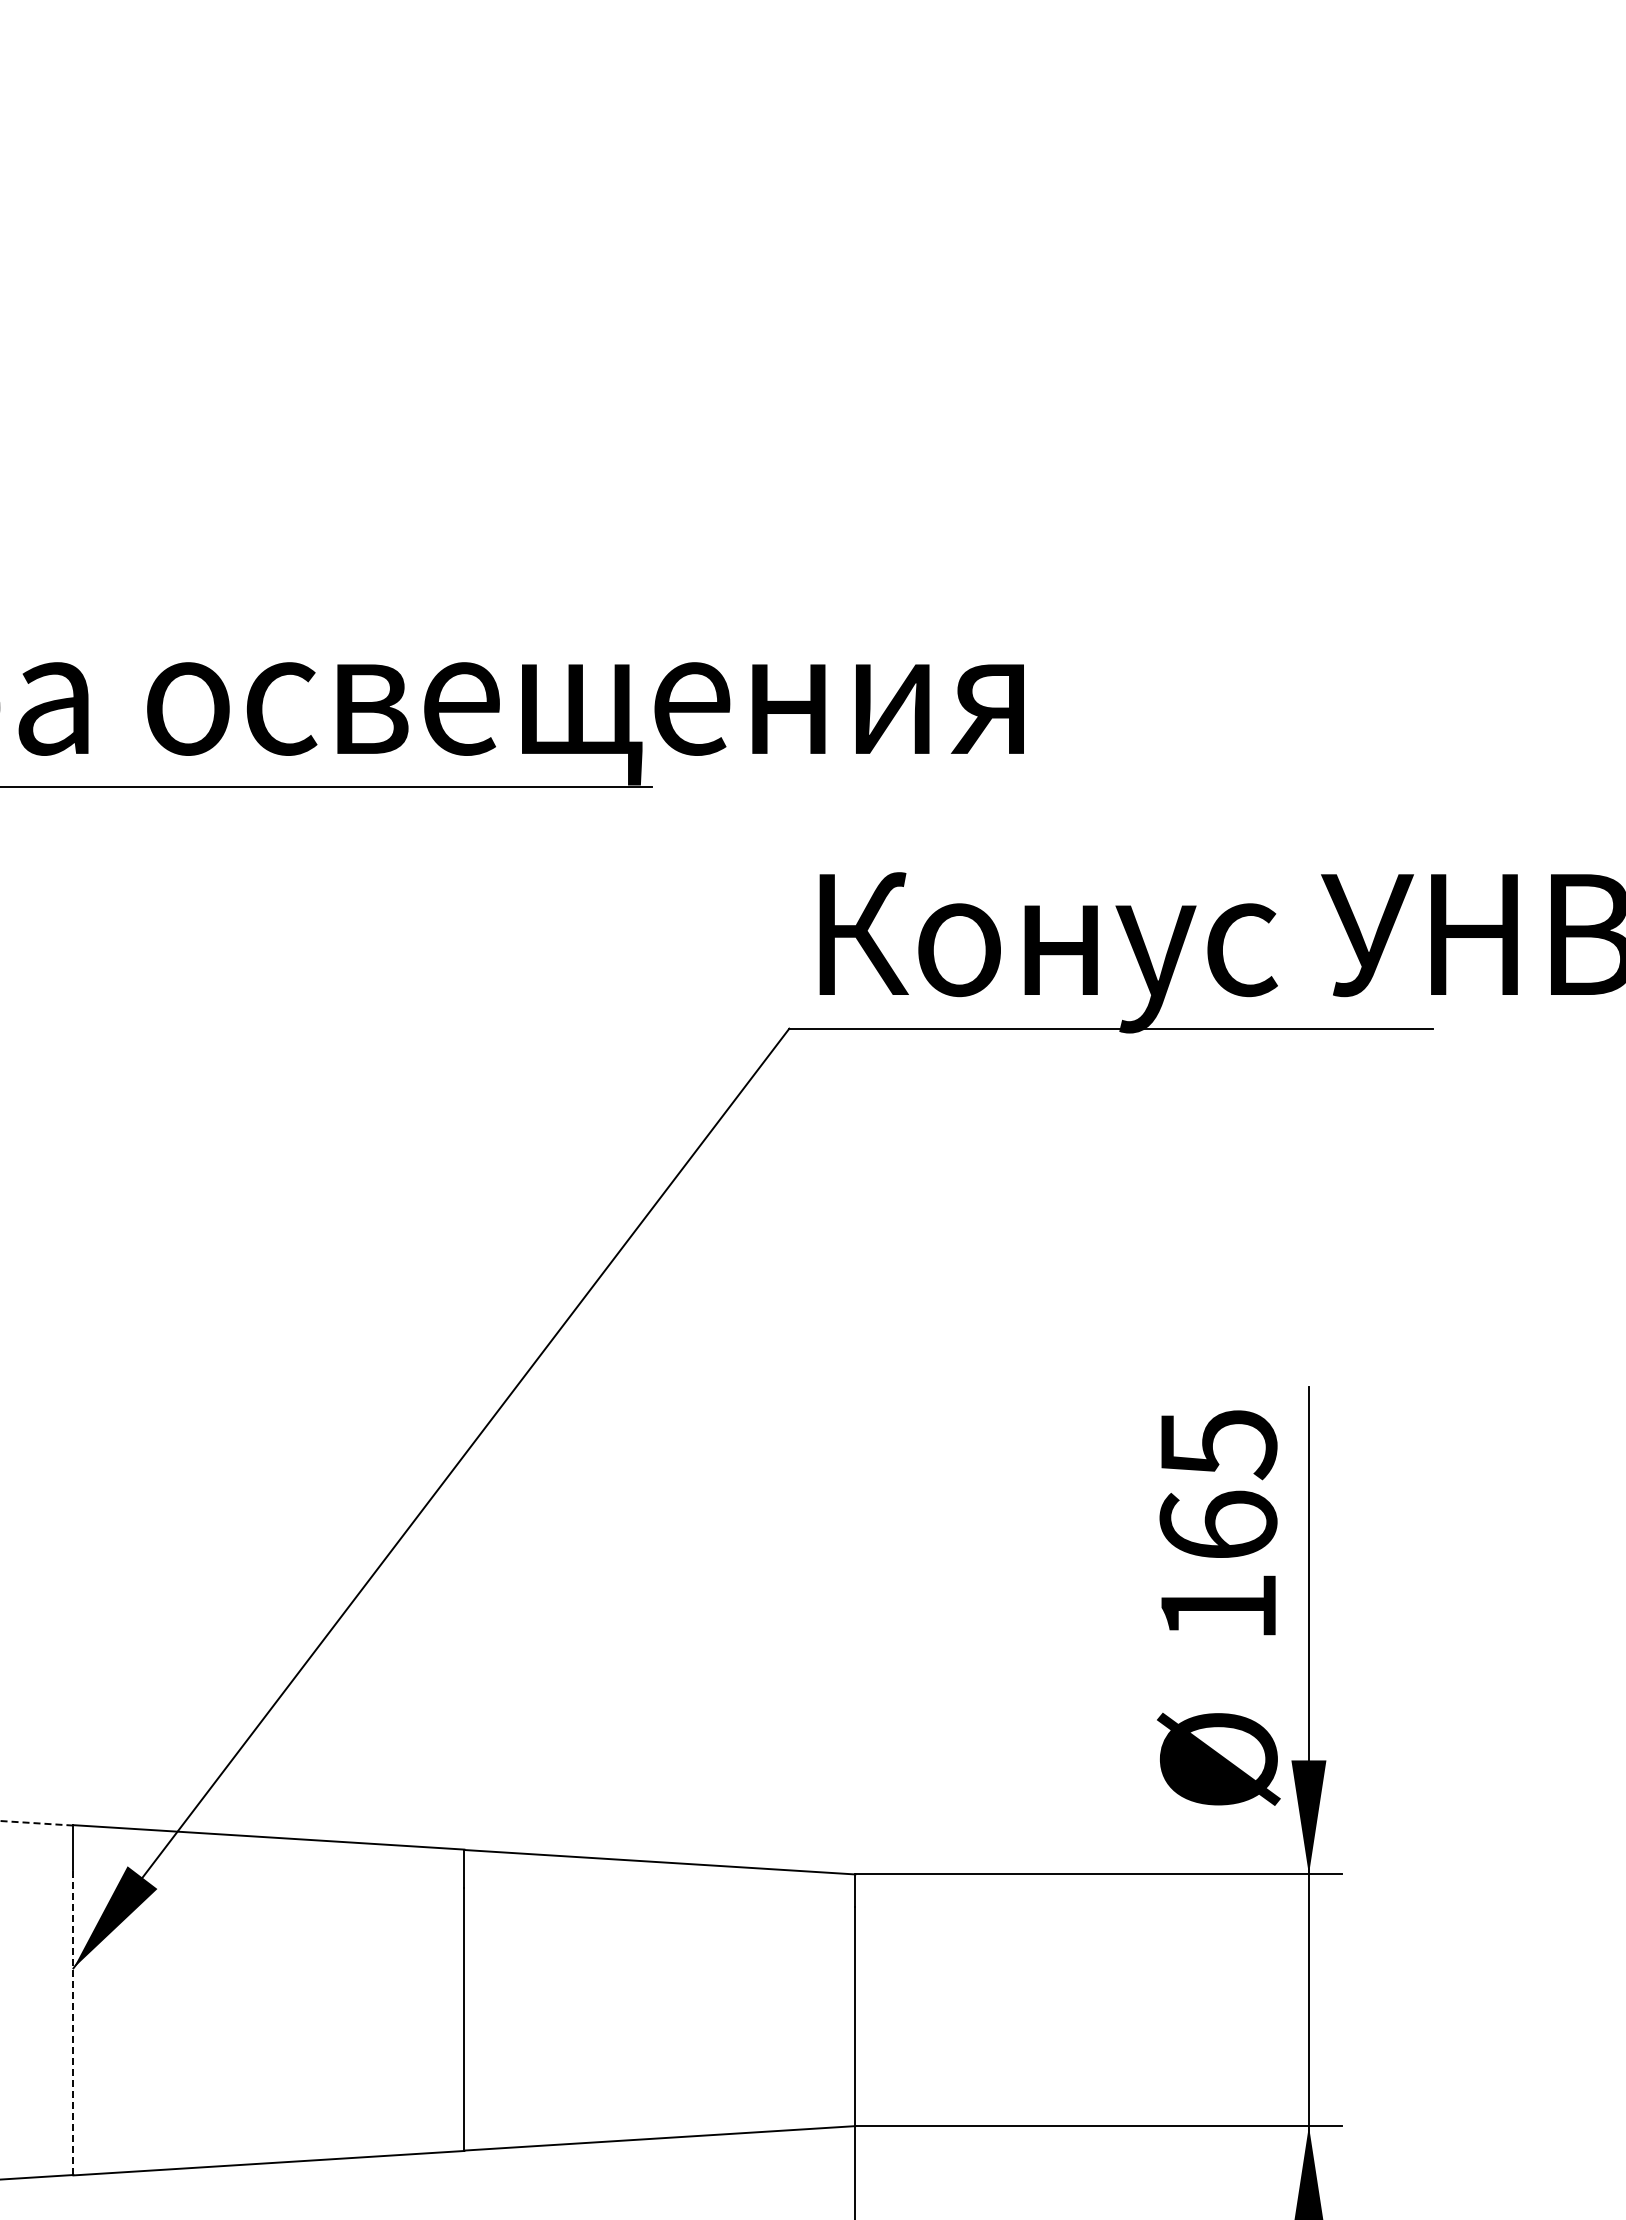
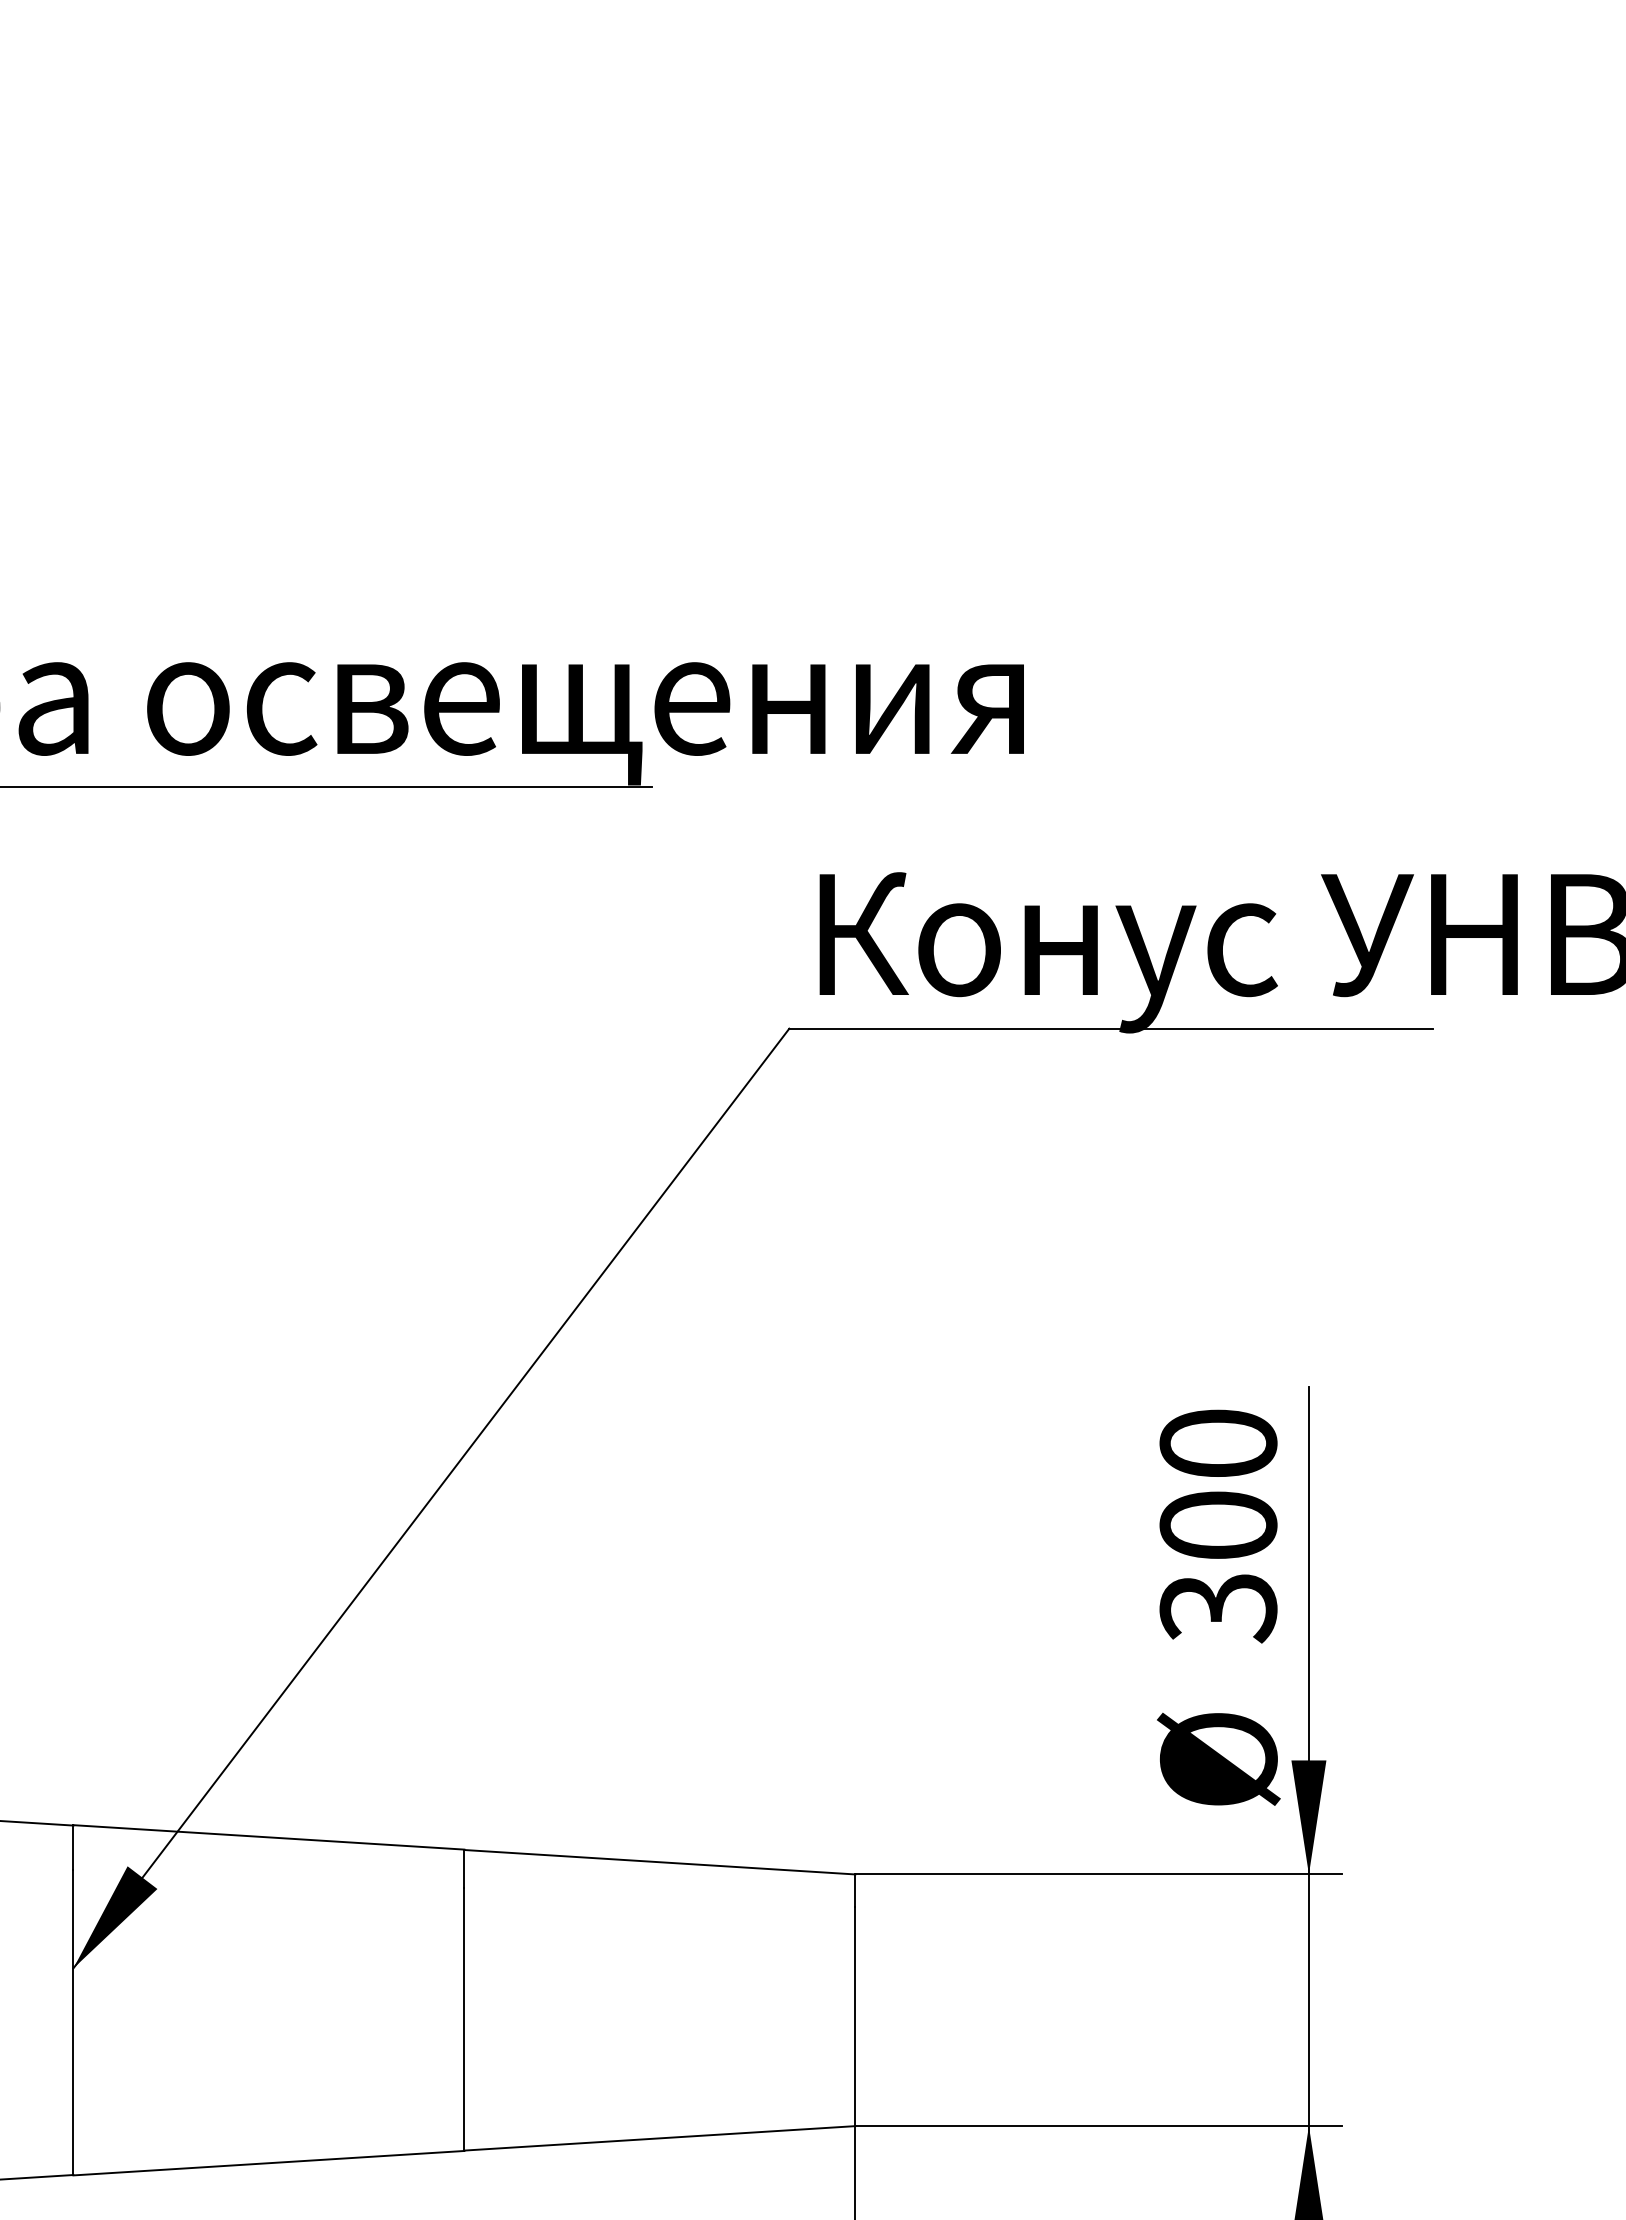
text at (1218, 1526): 165 -> 300
line at (36, 1823): dashed -> solid
line at (73, 2022): dashed -> solid
